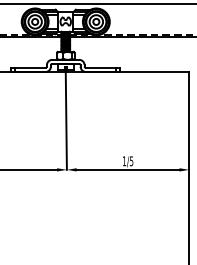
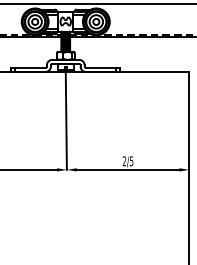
text at (123, 160): 1/5 -> 2/5
